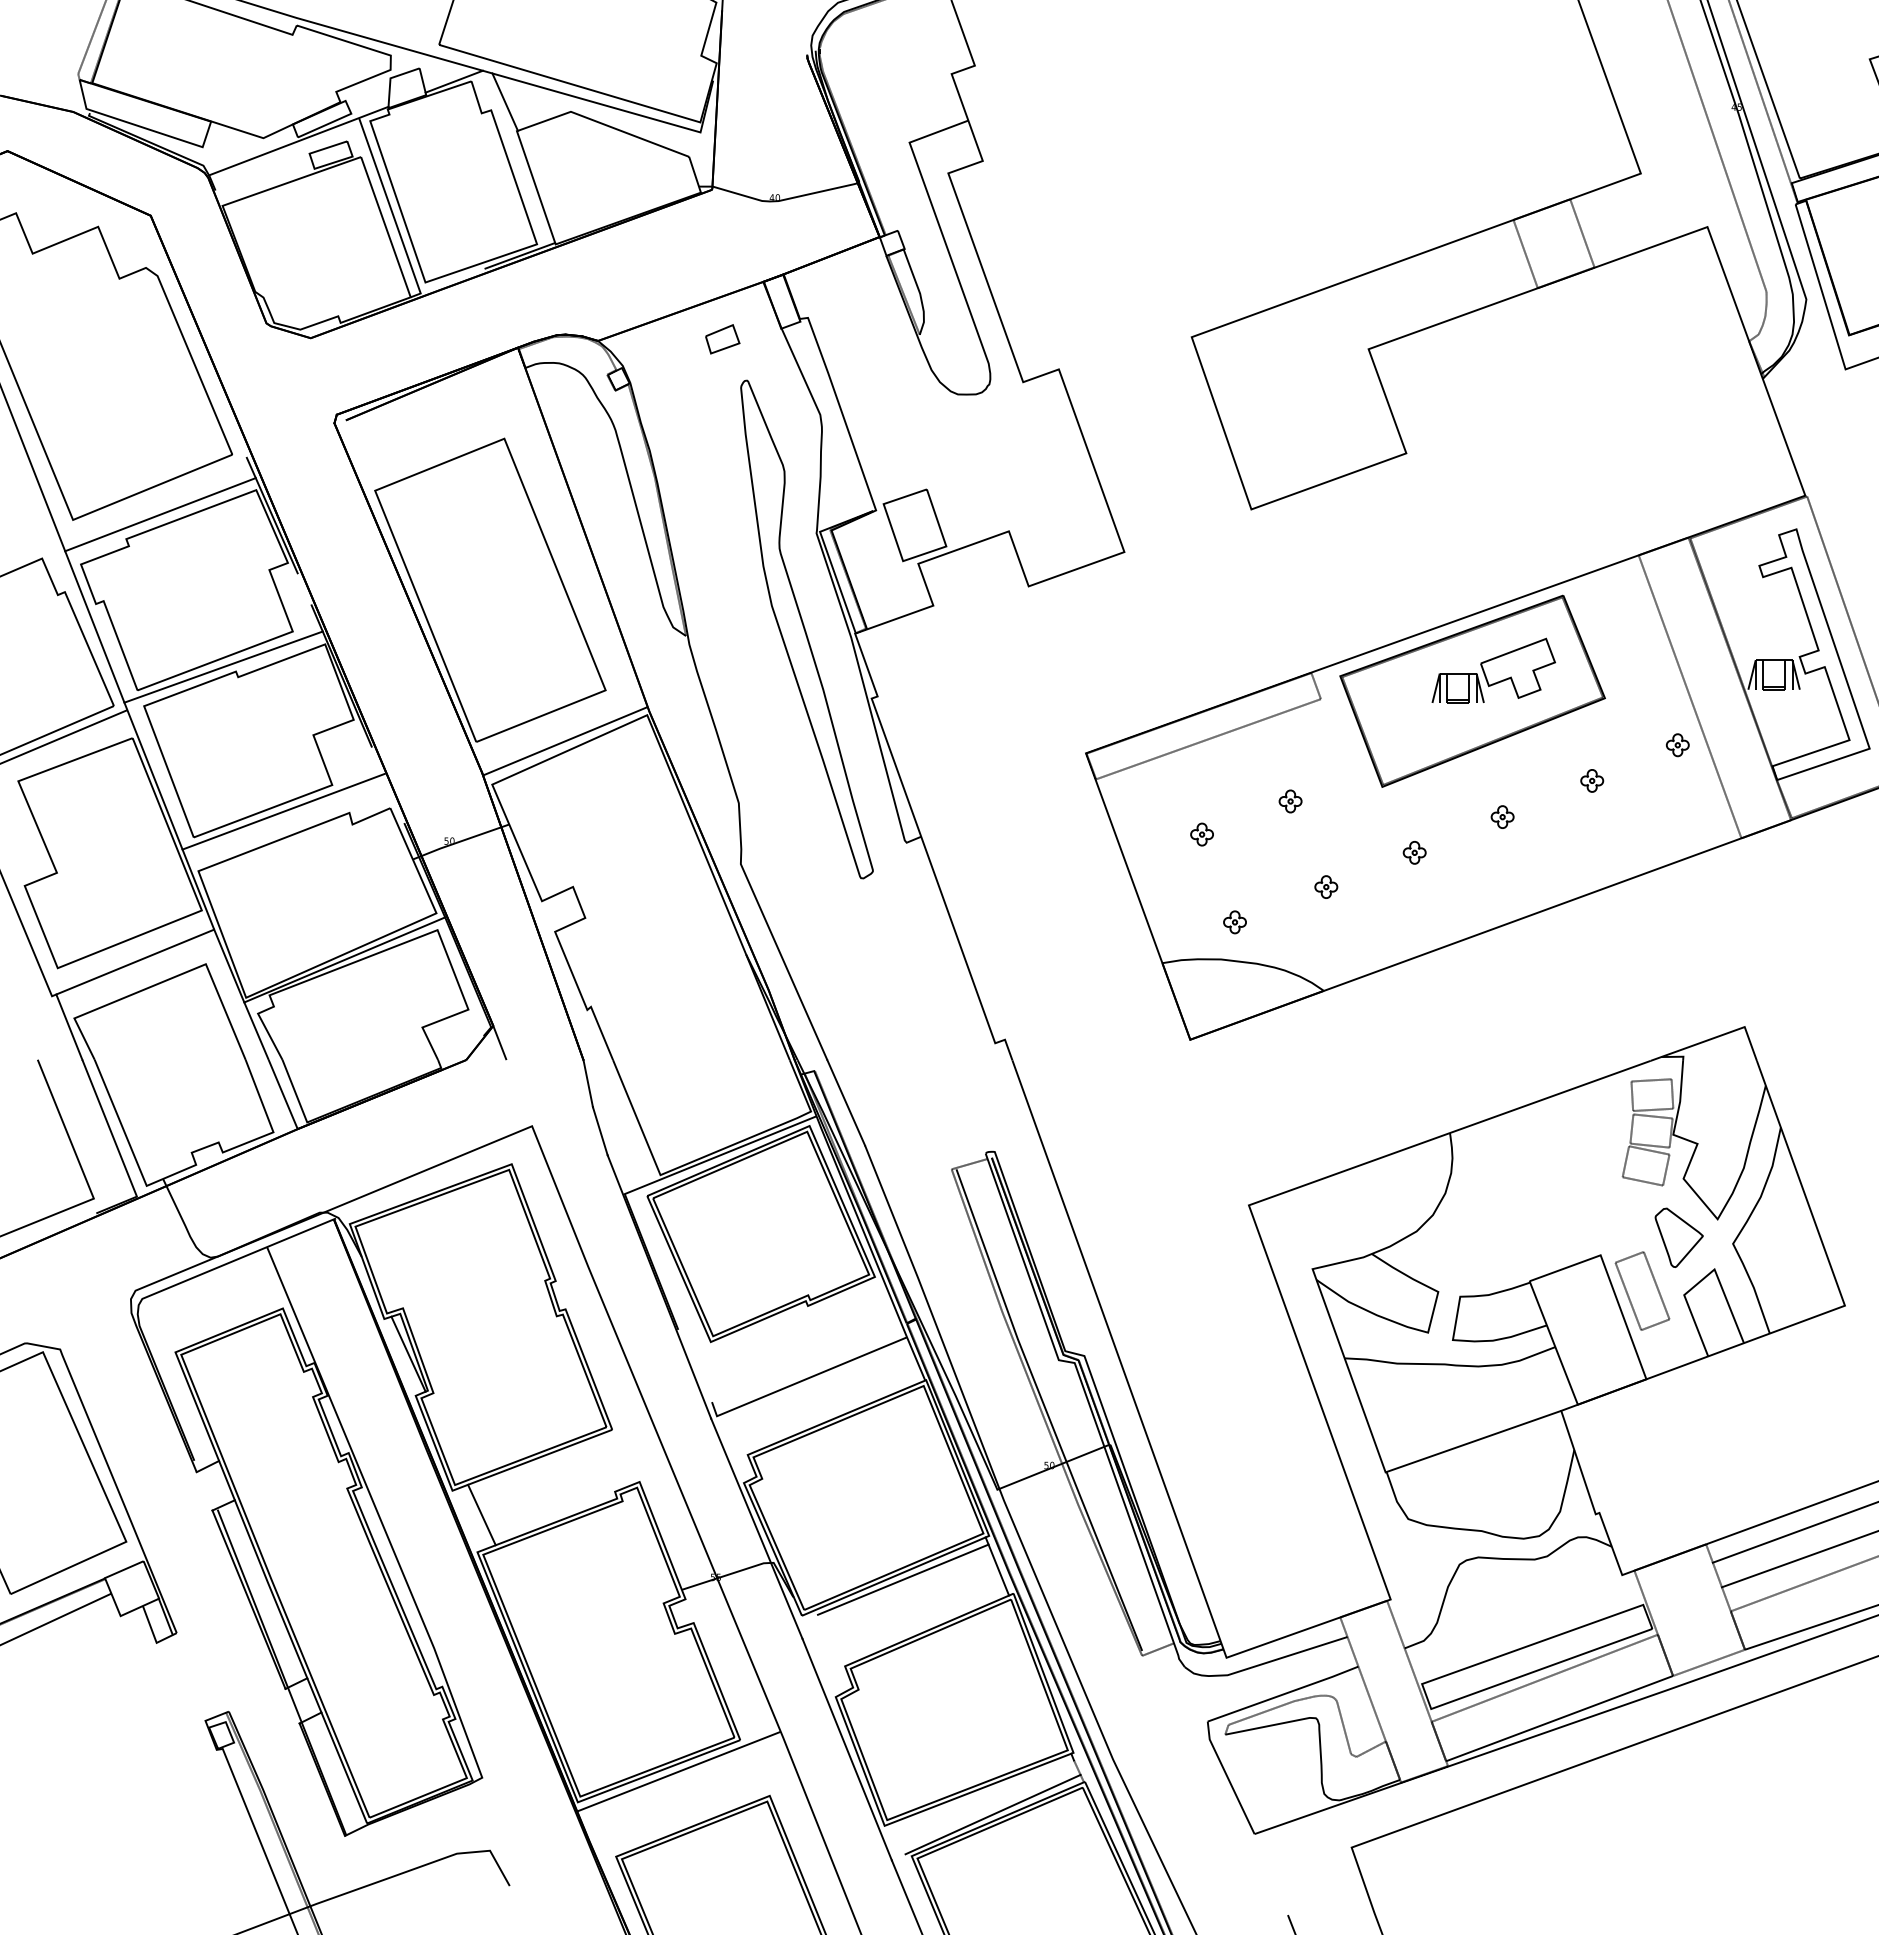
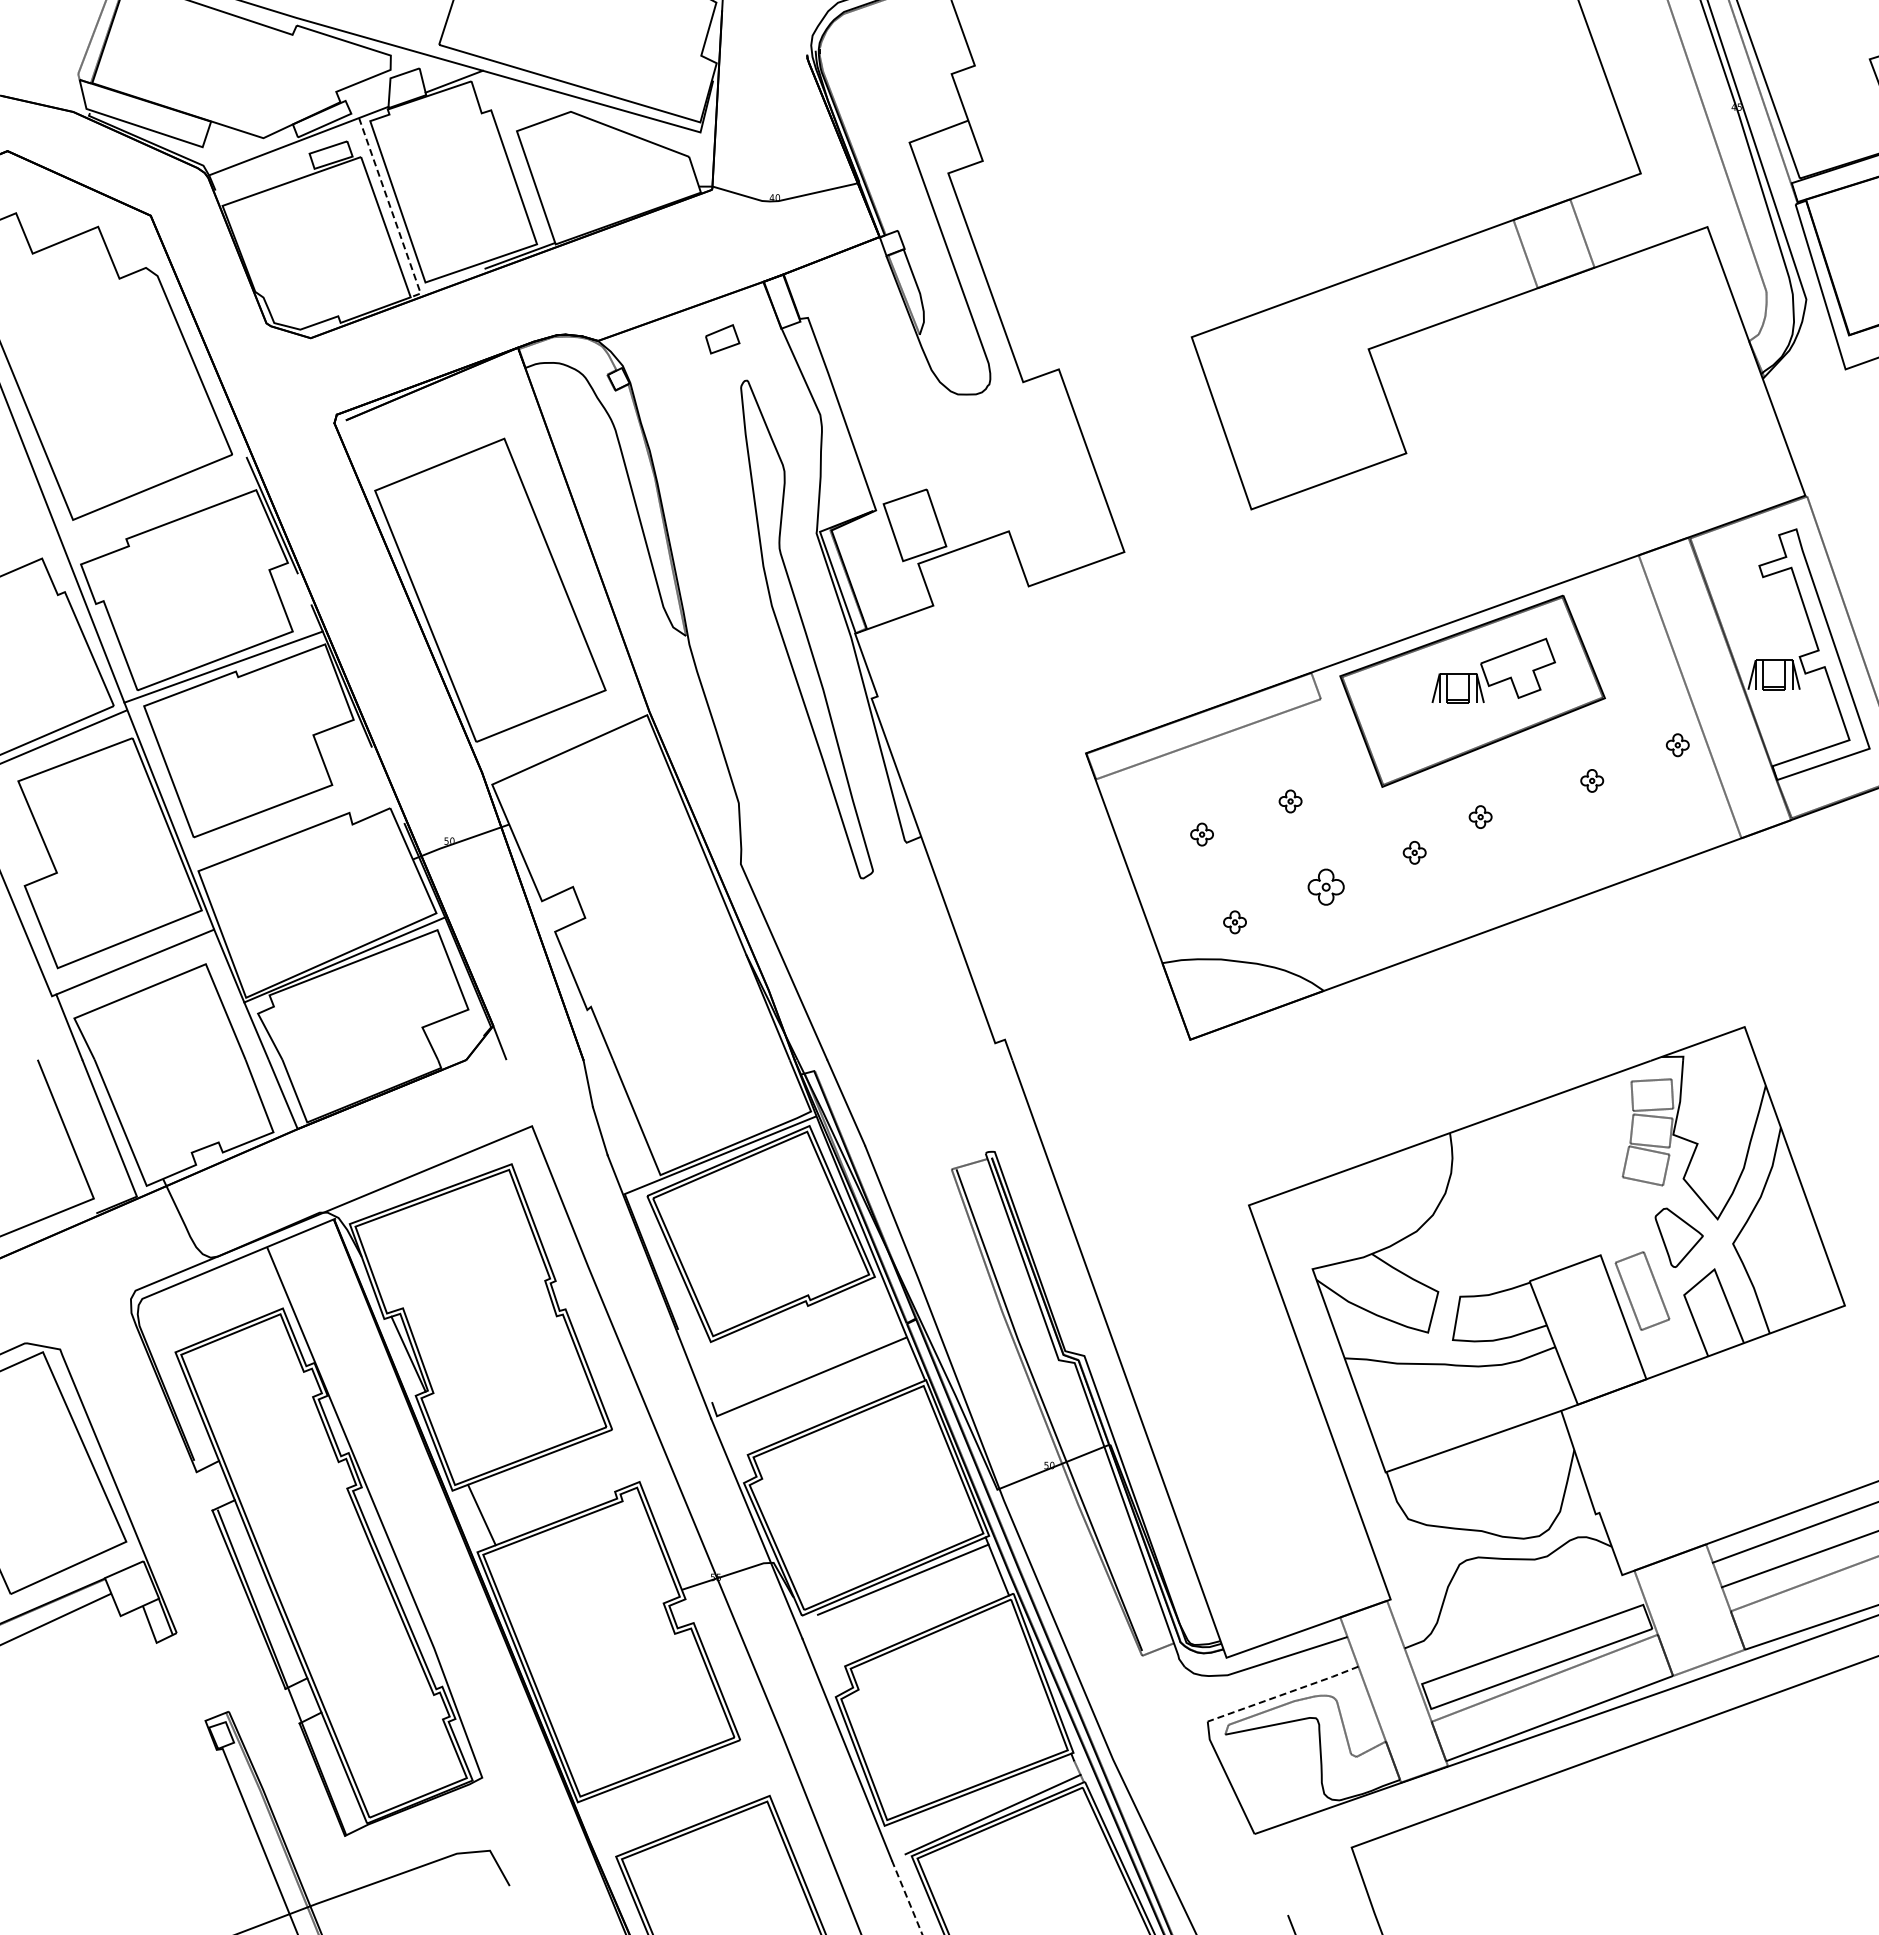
line at (504, 101): present -> none
line at (391, 211): solid -> dashed
line at (160, 514): present -> none
line at (565, 741): present -> none
line at (283, 811): present -> none
part at (1502, 816) position: (1502, 816) -> (1480, 816)
part at (1326, 886) size: 25x24 px -> 38x38 px
line at (1283, 1694): solid -> dashed
line at (678, 1771): present -> none
line at (907, 1897): solid -> dashed
